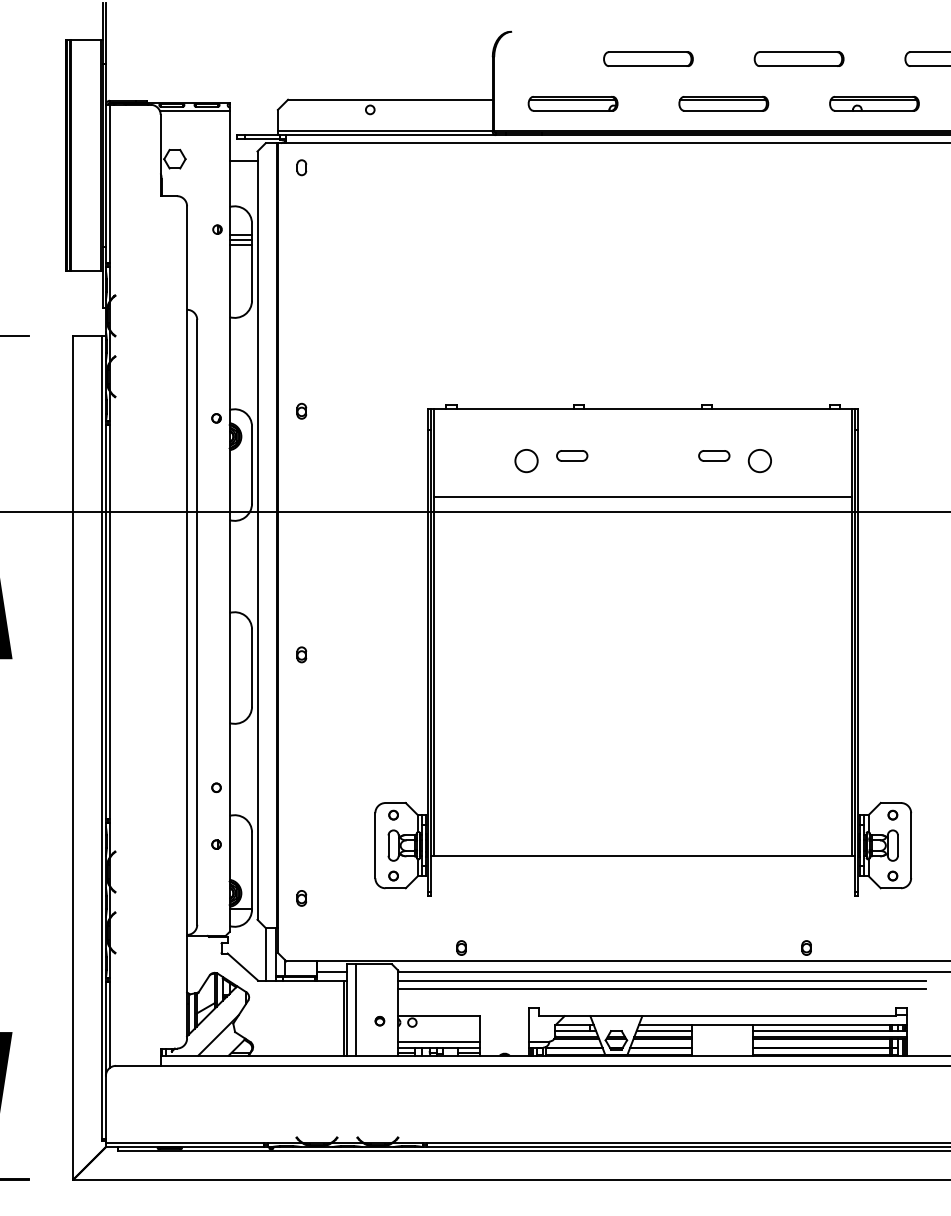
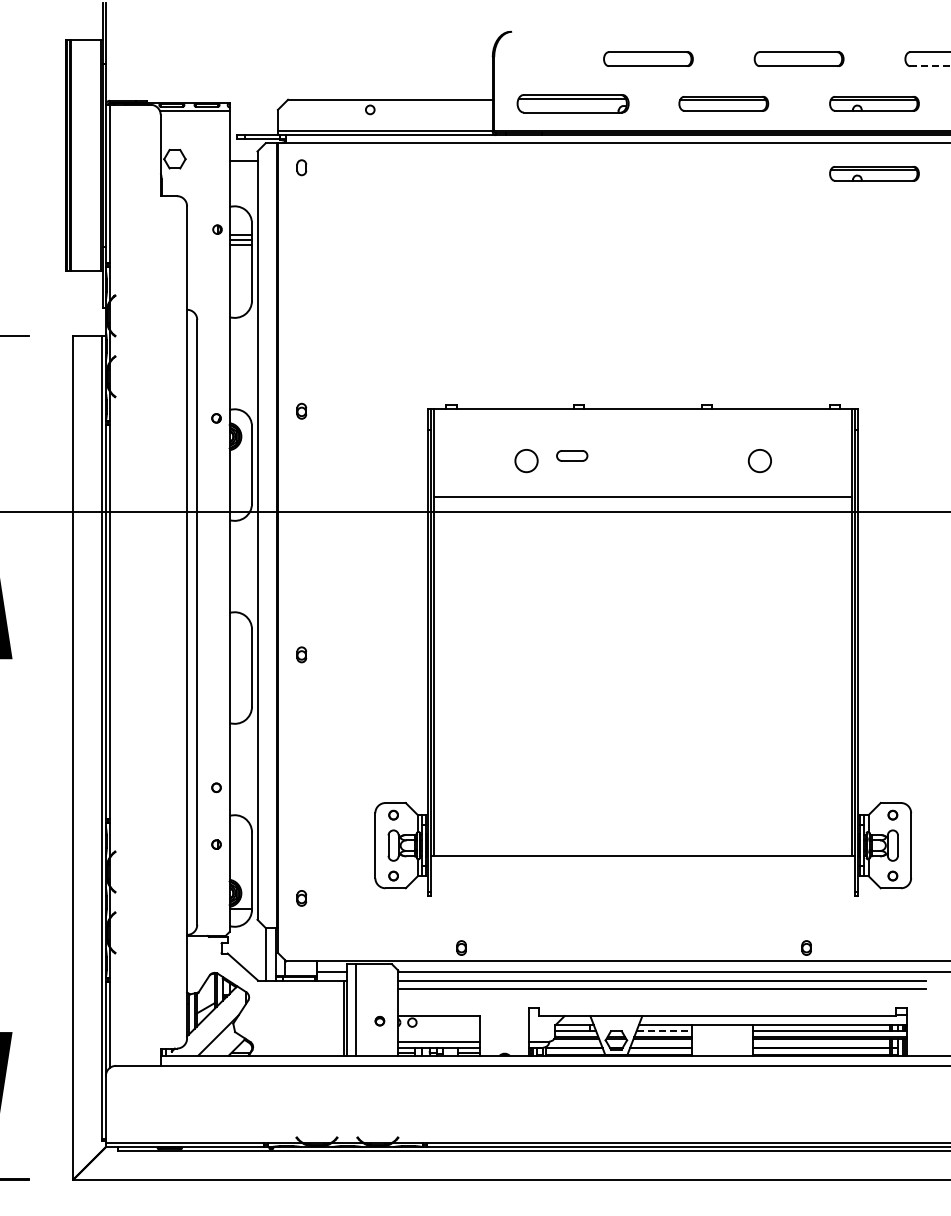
line at (930, 66): solid -> dashed
part at (572, 103) size: 92x16 px -> 114x20 px
part at (874, 173): none -> present
part at (714, 455): present -> none
line at (664, 1031): solid -> dashed
